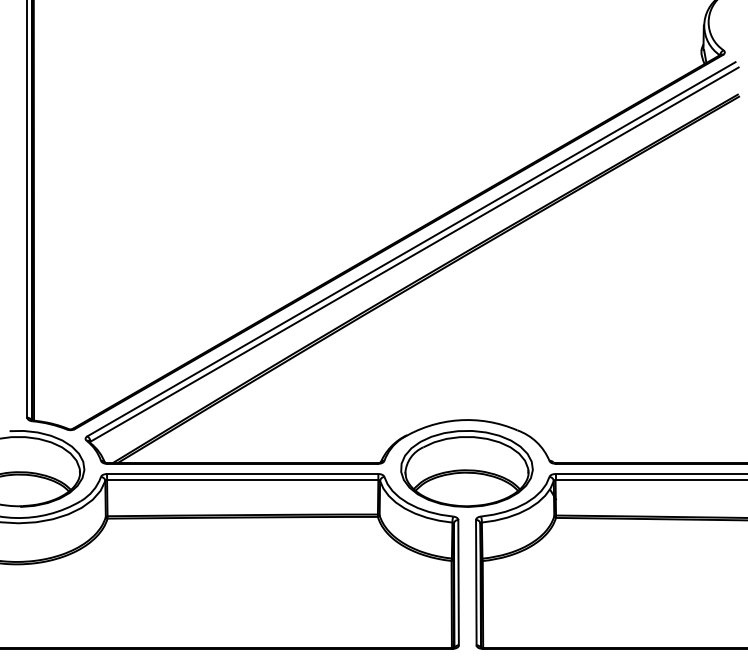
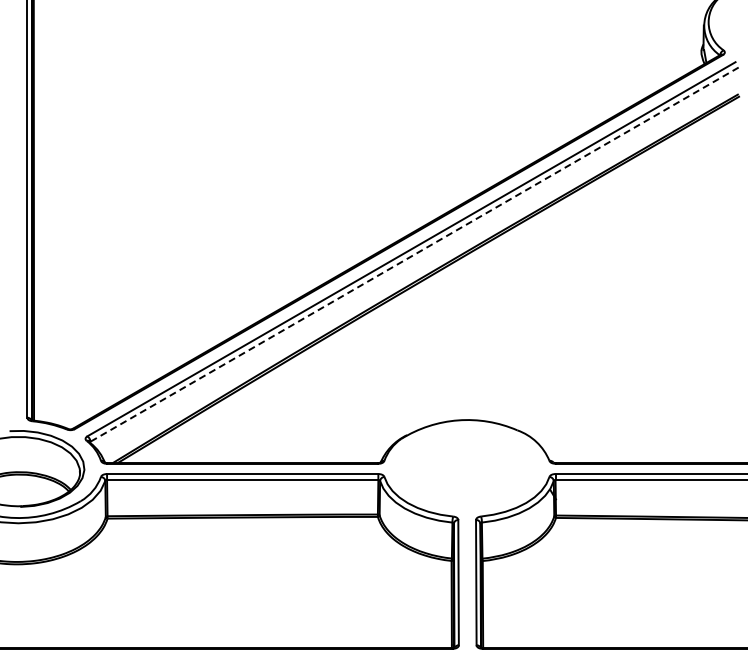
line at (414, 254): solid -> dashed
part at (466, 468): present -> none
